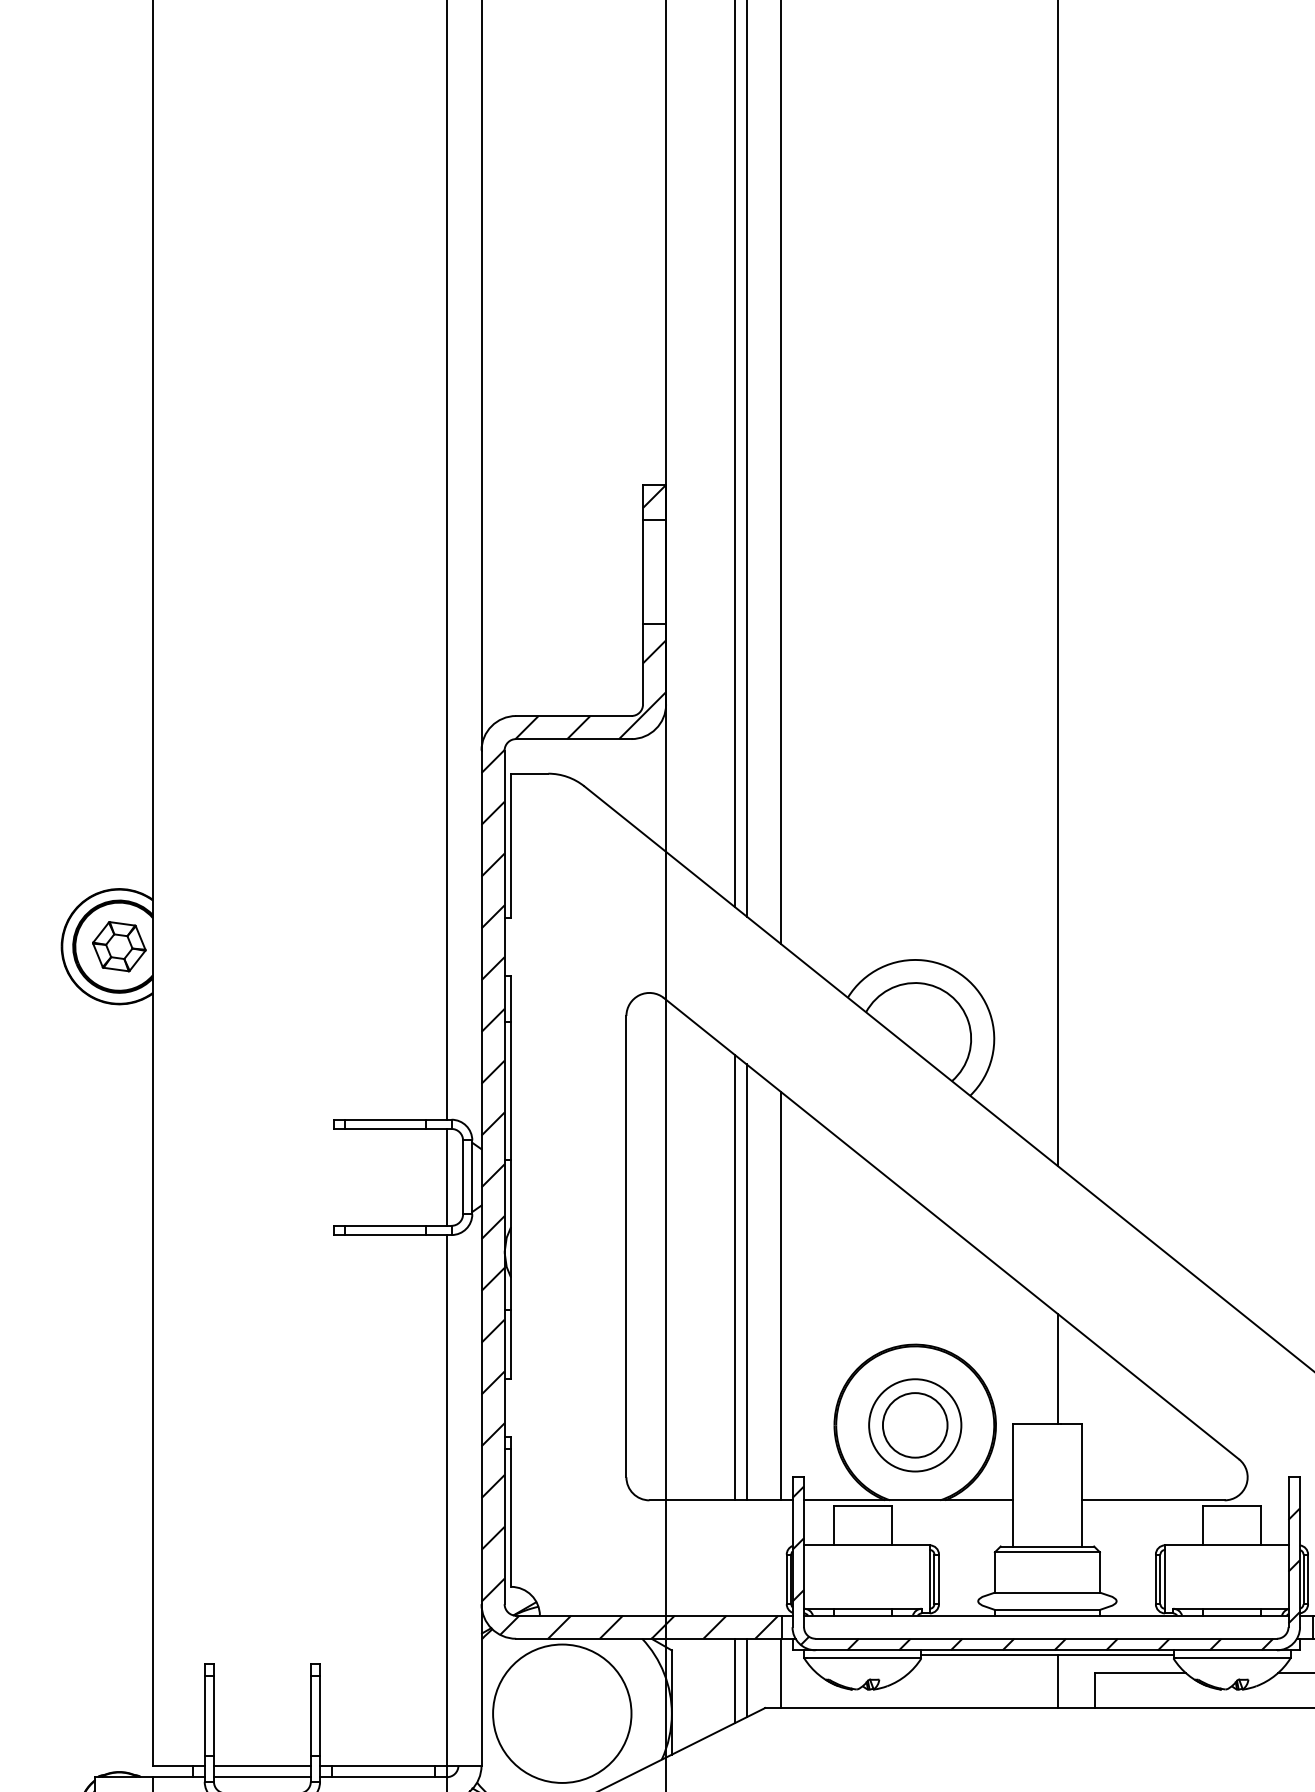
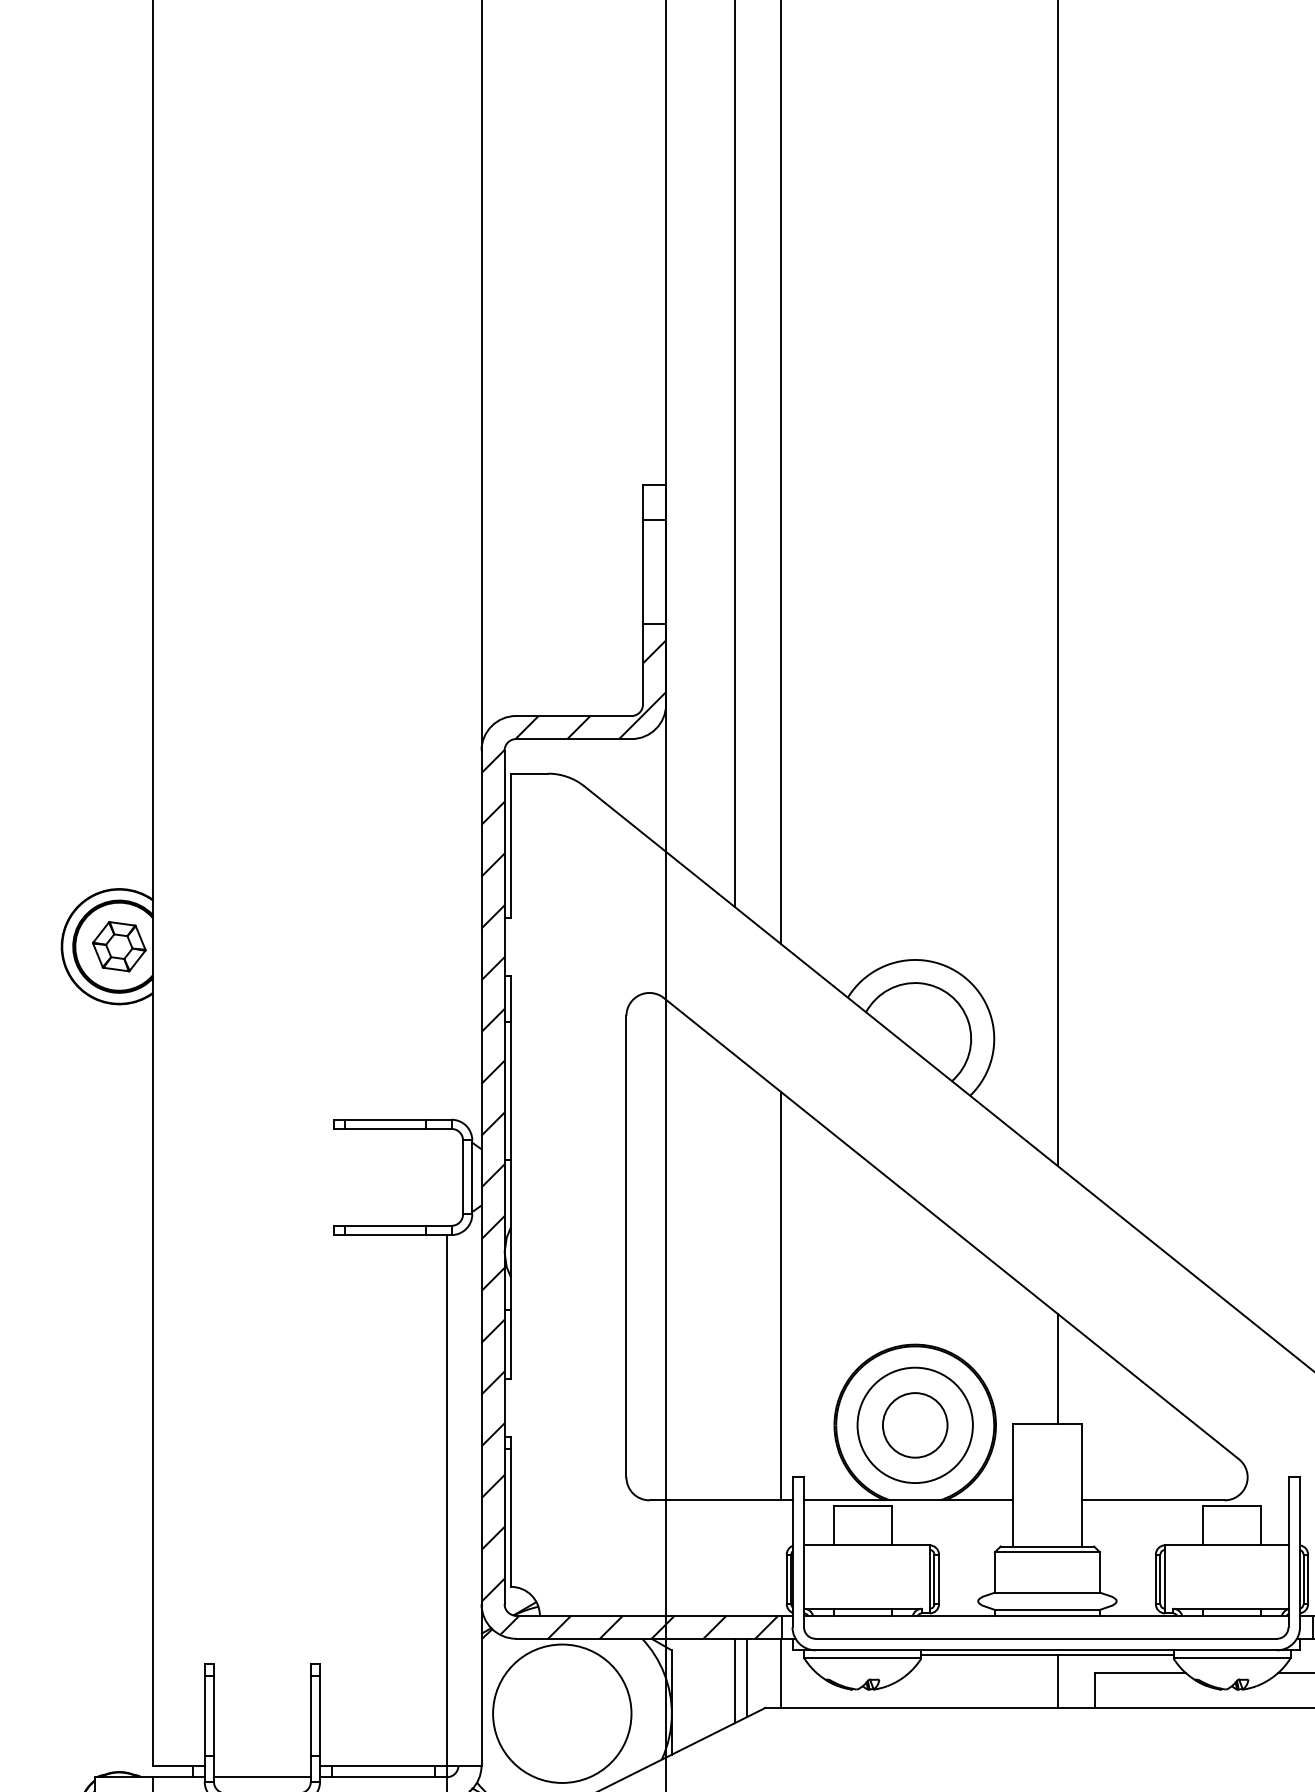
line at (746, 459): present -> none
hatch at (654, 496): present -> none
line at (446, 560): present -> none
line at (446, 1176): present -> none
line at (735, 1277): present -> none
line at (746, 1282): present -> none
circle at (915, 1425) diameter: 92 px -> 115 px
hatch at (1046, 1568): present -> none
line at (261, 1765): present -> none
